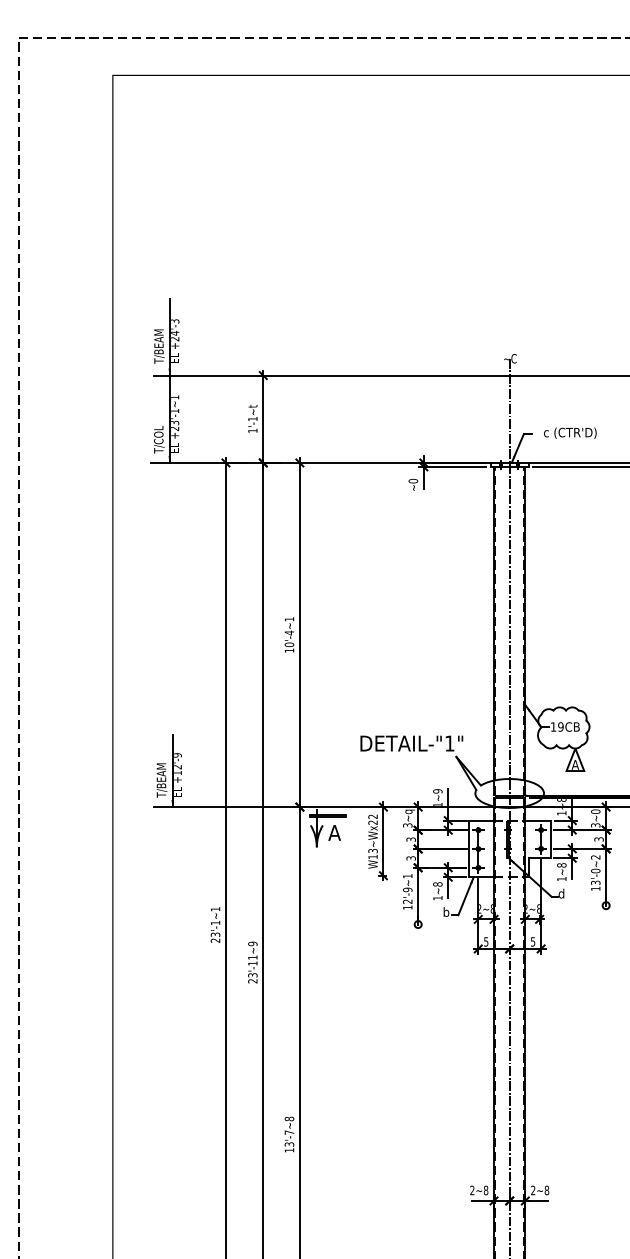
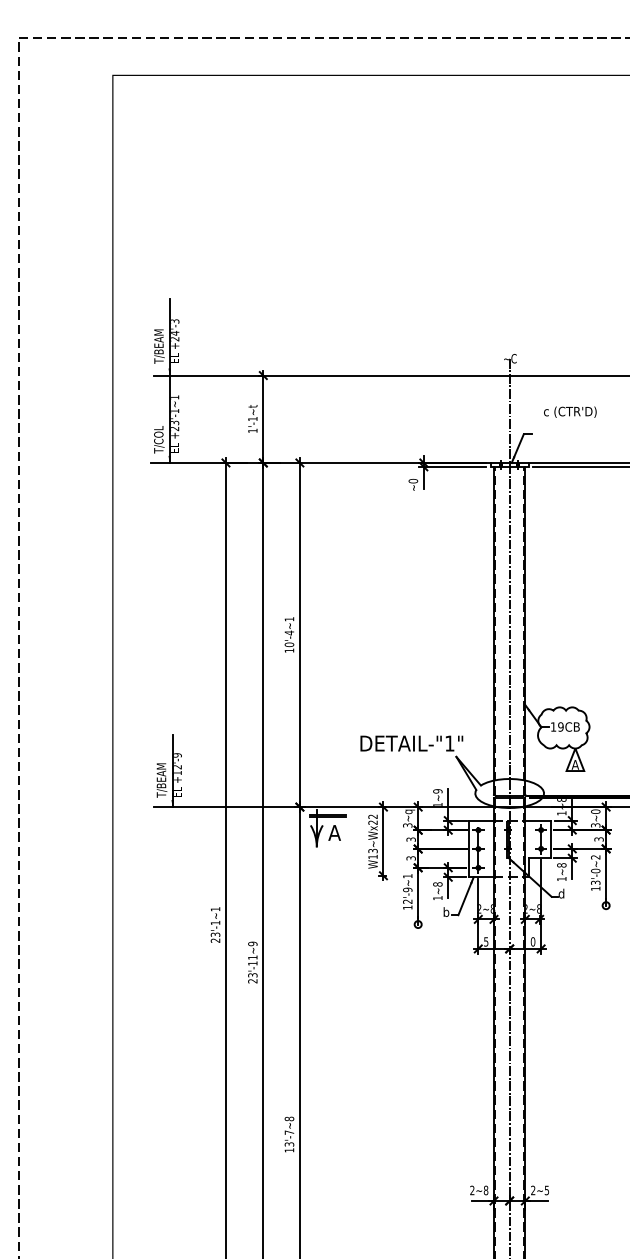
text at (570, 432) position: (570, 432) -> (570, 411)
text at (532, 941): 5 -> 0
text at (546, 1190): 2~8 -> 2~5
